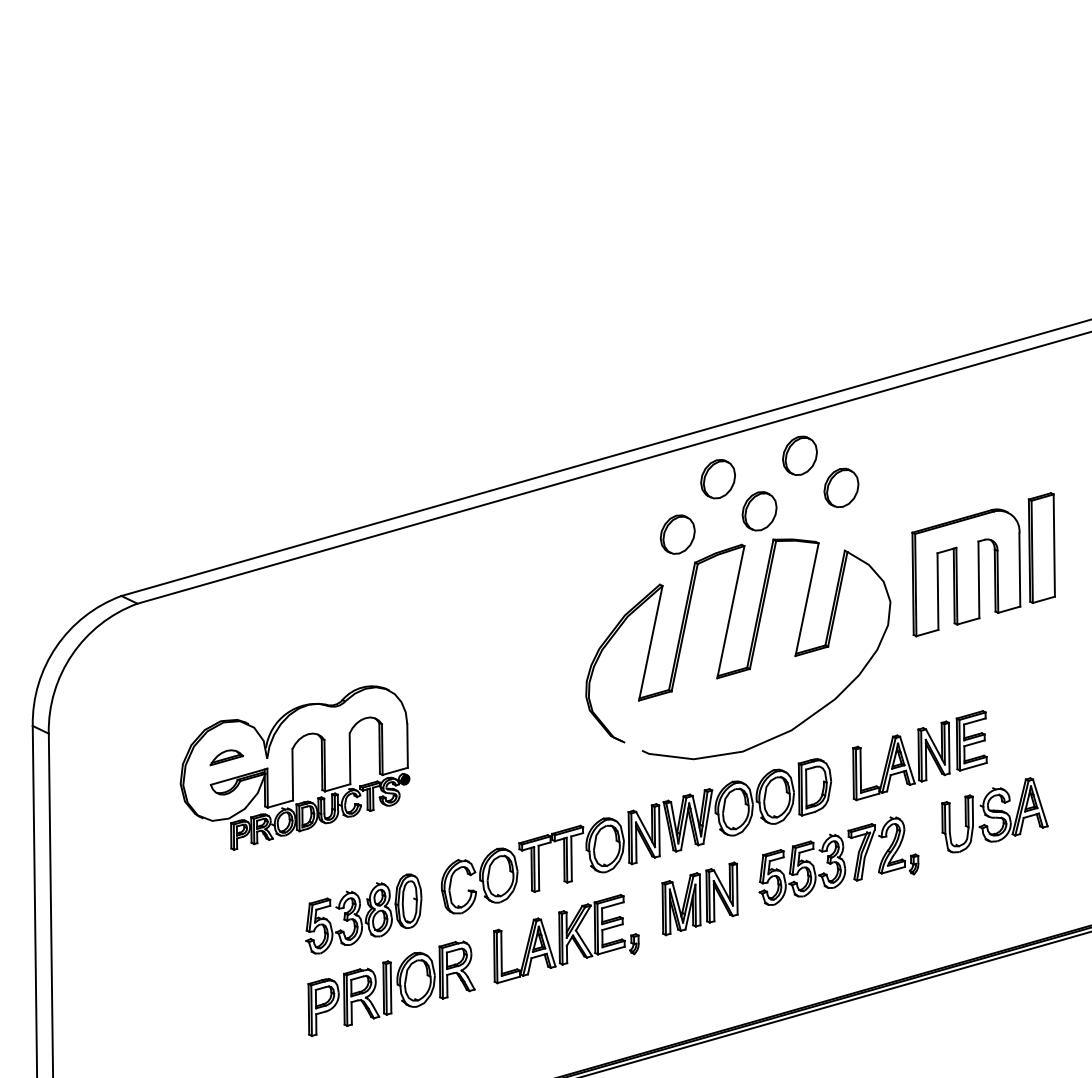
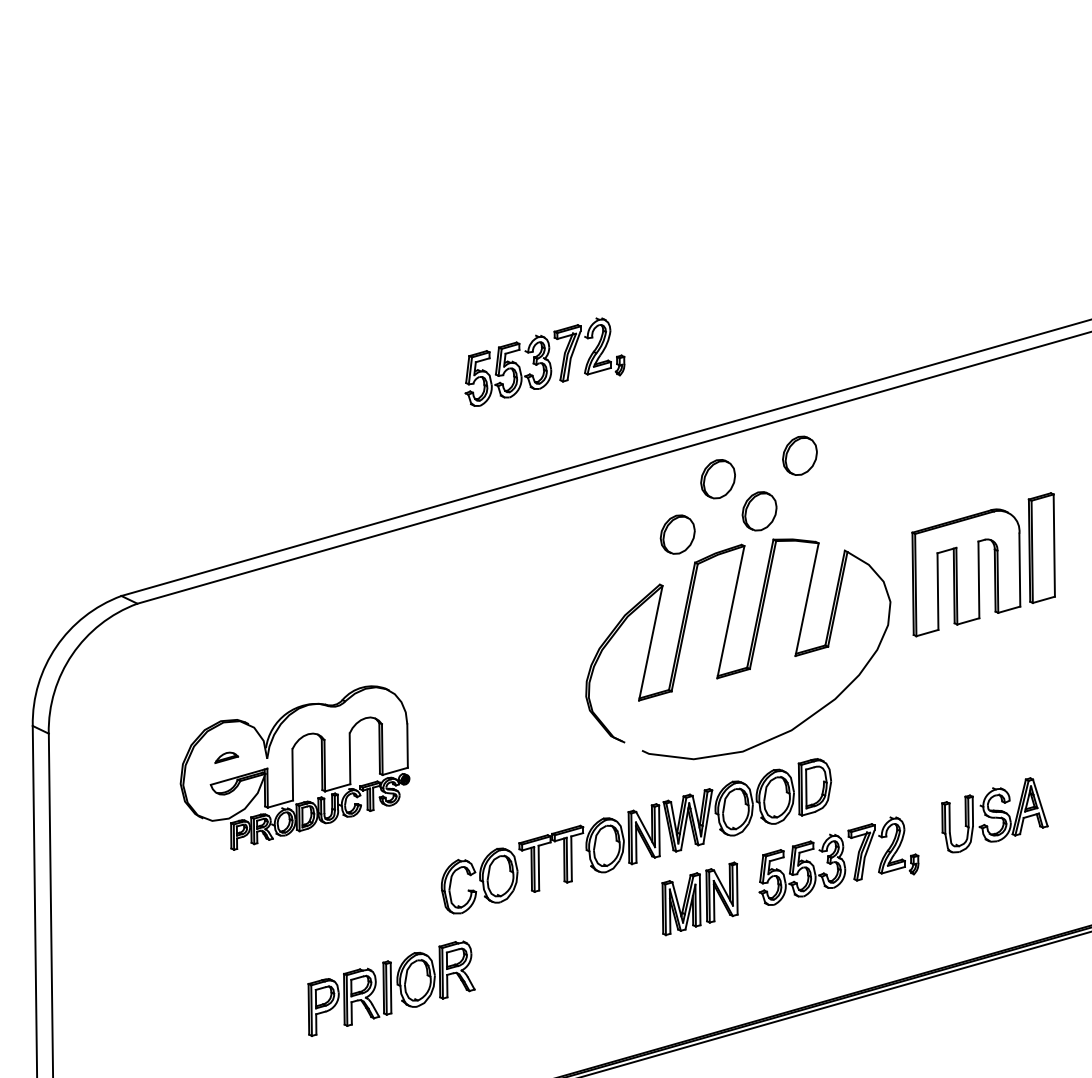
part at (544, 361): none -> present
part at (841, 487): present -> none
part at (919, 755): present -> none
part at (226, 757) size: 35x18 px -> 26x13 px
part at (363, 913): present -> none
part at (566, 939): present -> none
